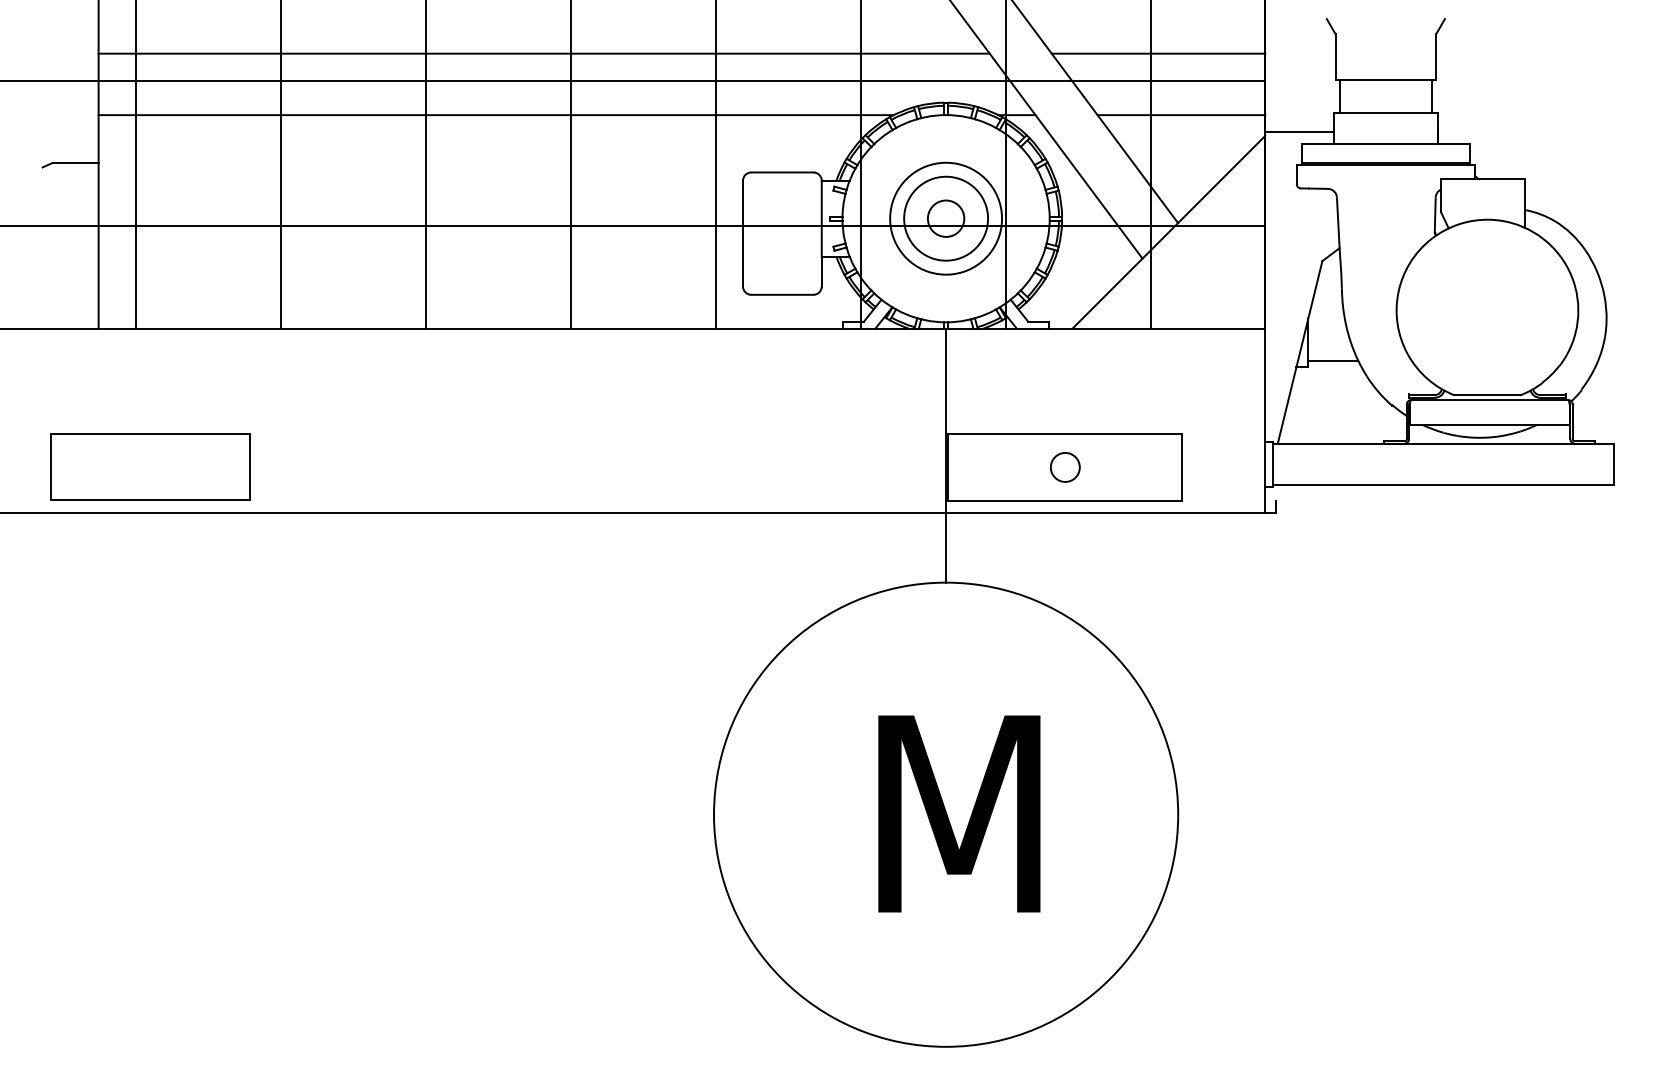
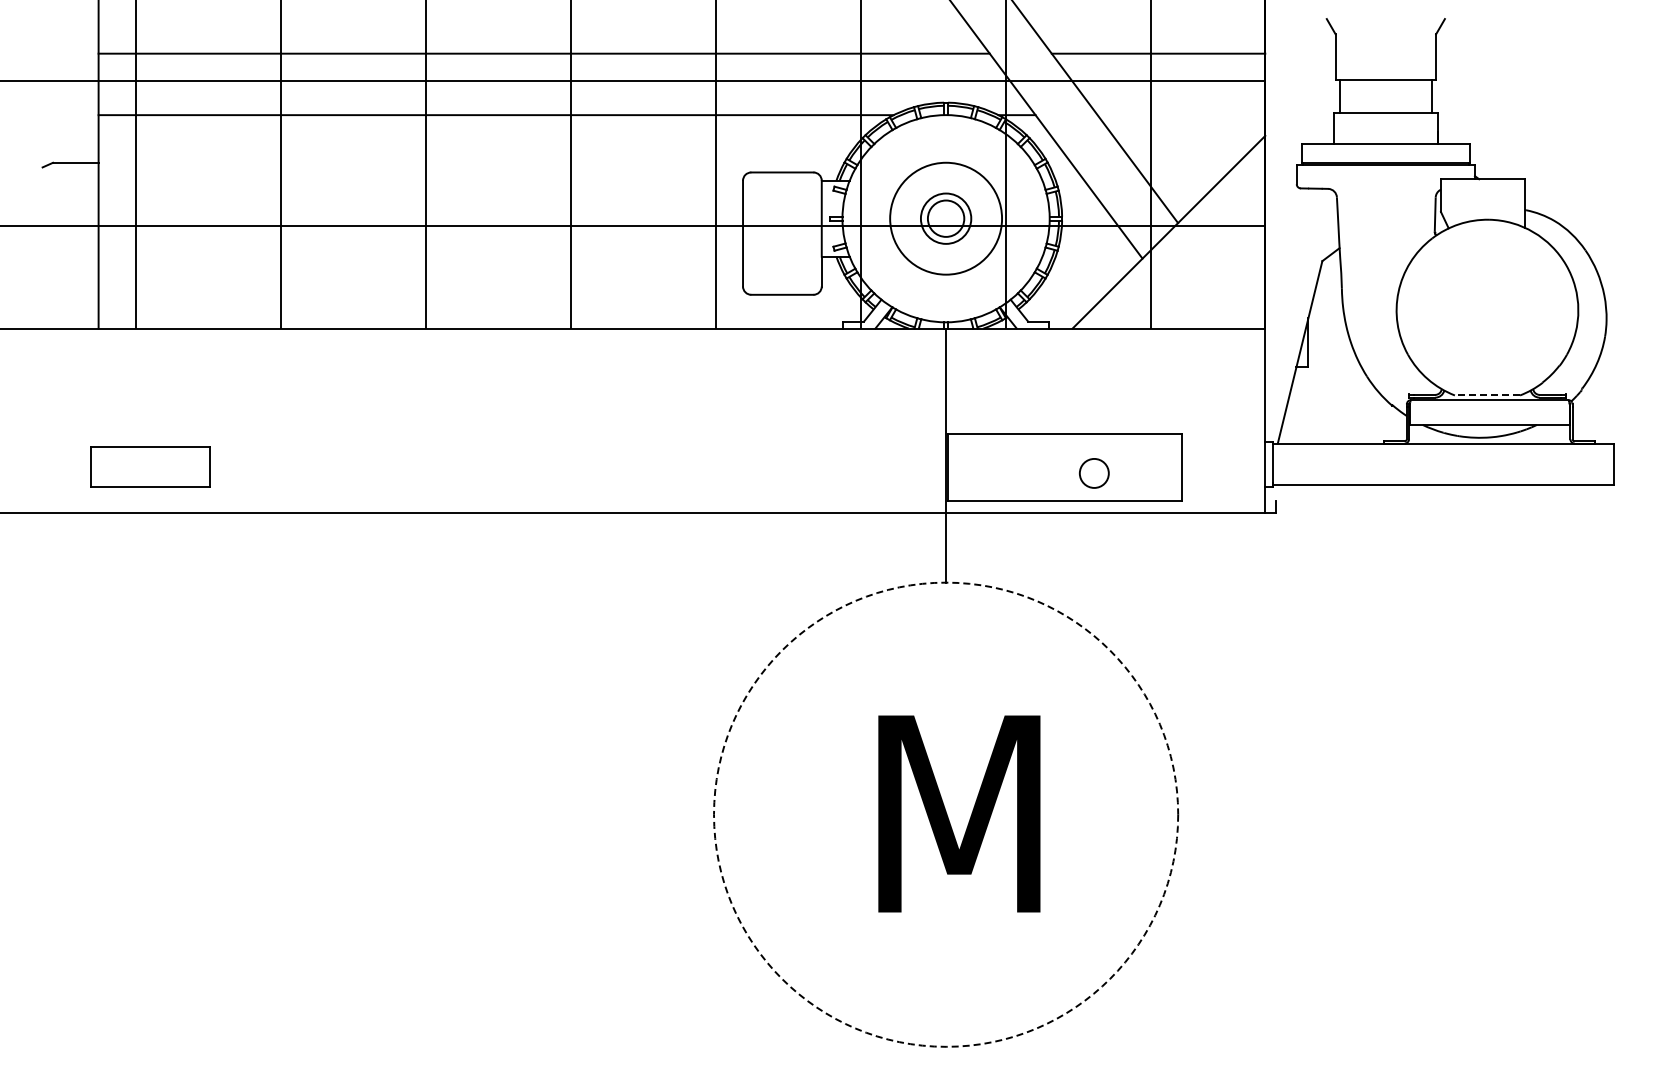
line at (1181, 115): present -> none
line at (1299, 131): present -> none
circle at (946, 218) diameter: 84 px -> 50 px
line at (1333, 360): present -> none
line at (1487, 395): solid -> dashed
part at (150, 466) size: 201x68 px -> 121x42 px
circle at (1065, 467) position: (1065, 467) -> (1094, 473)
circle at (946, 814): solid -> dashed
